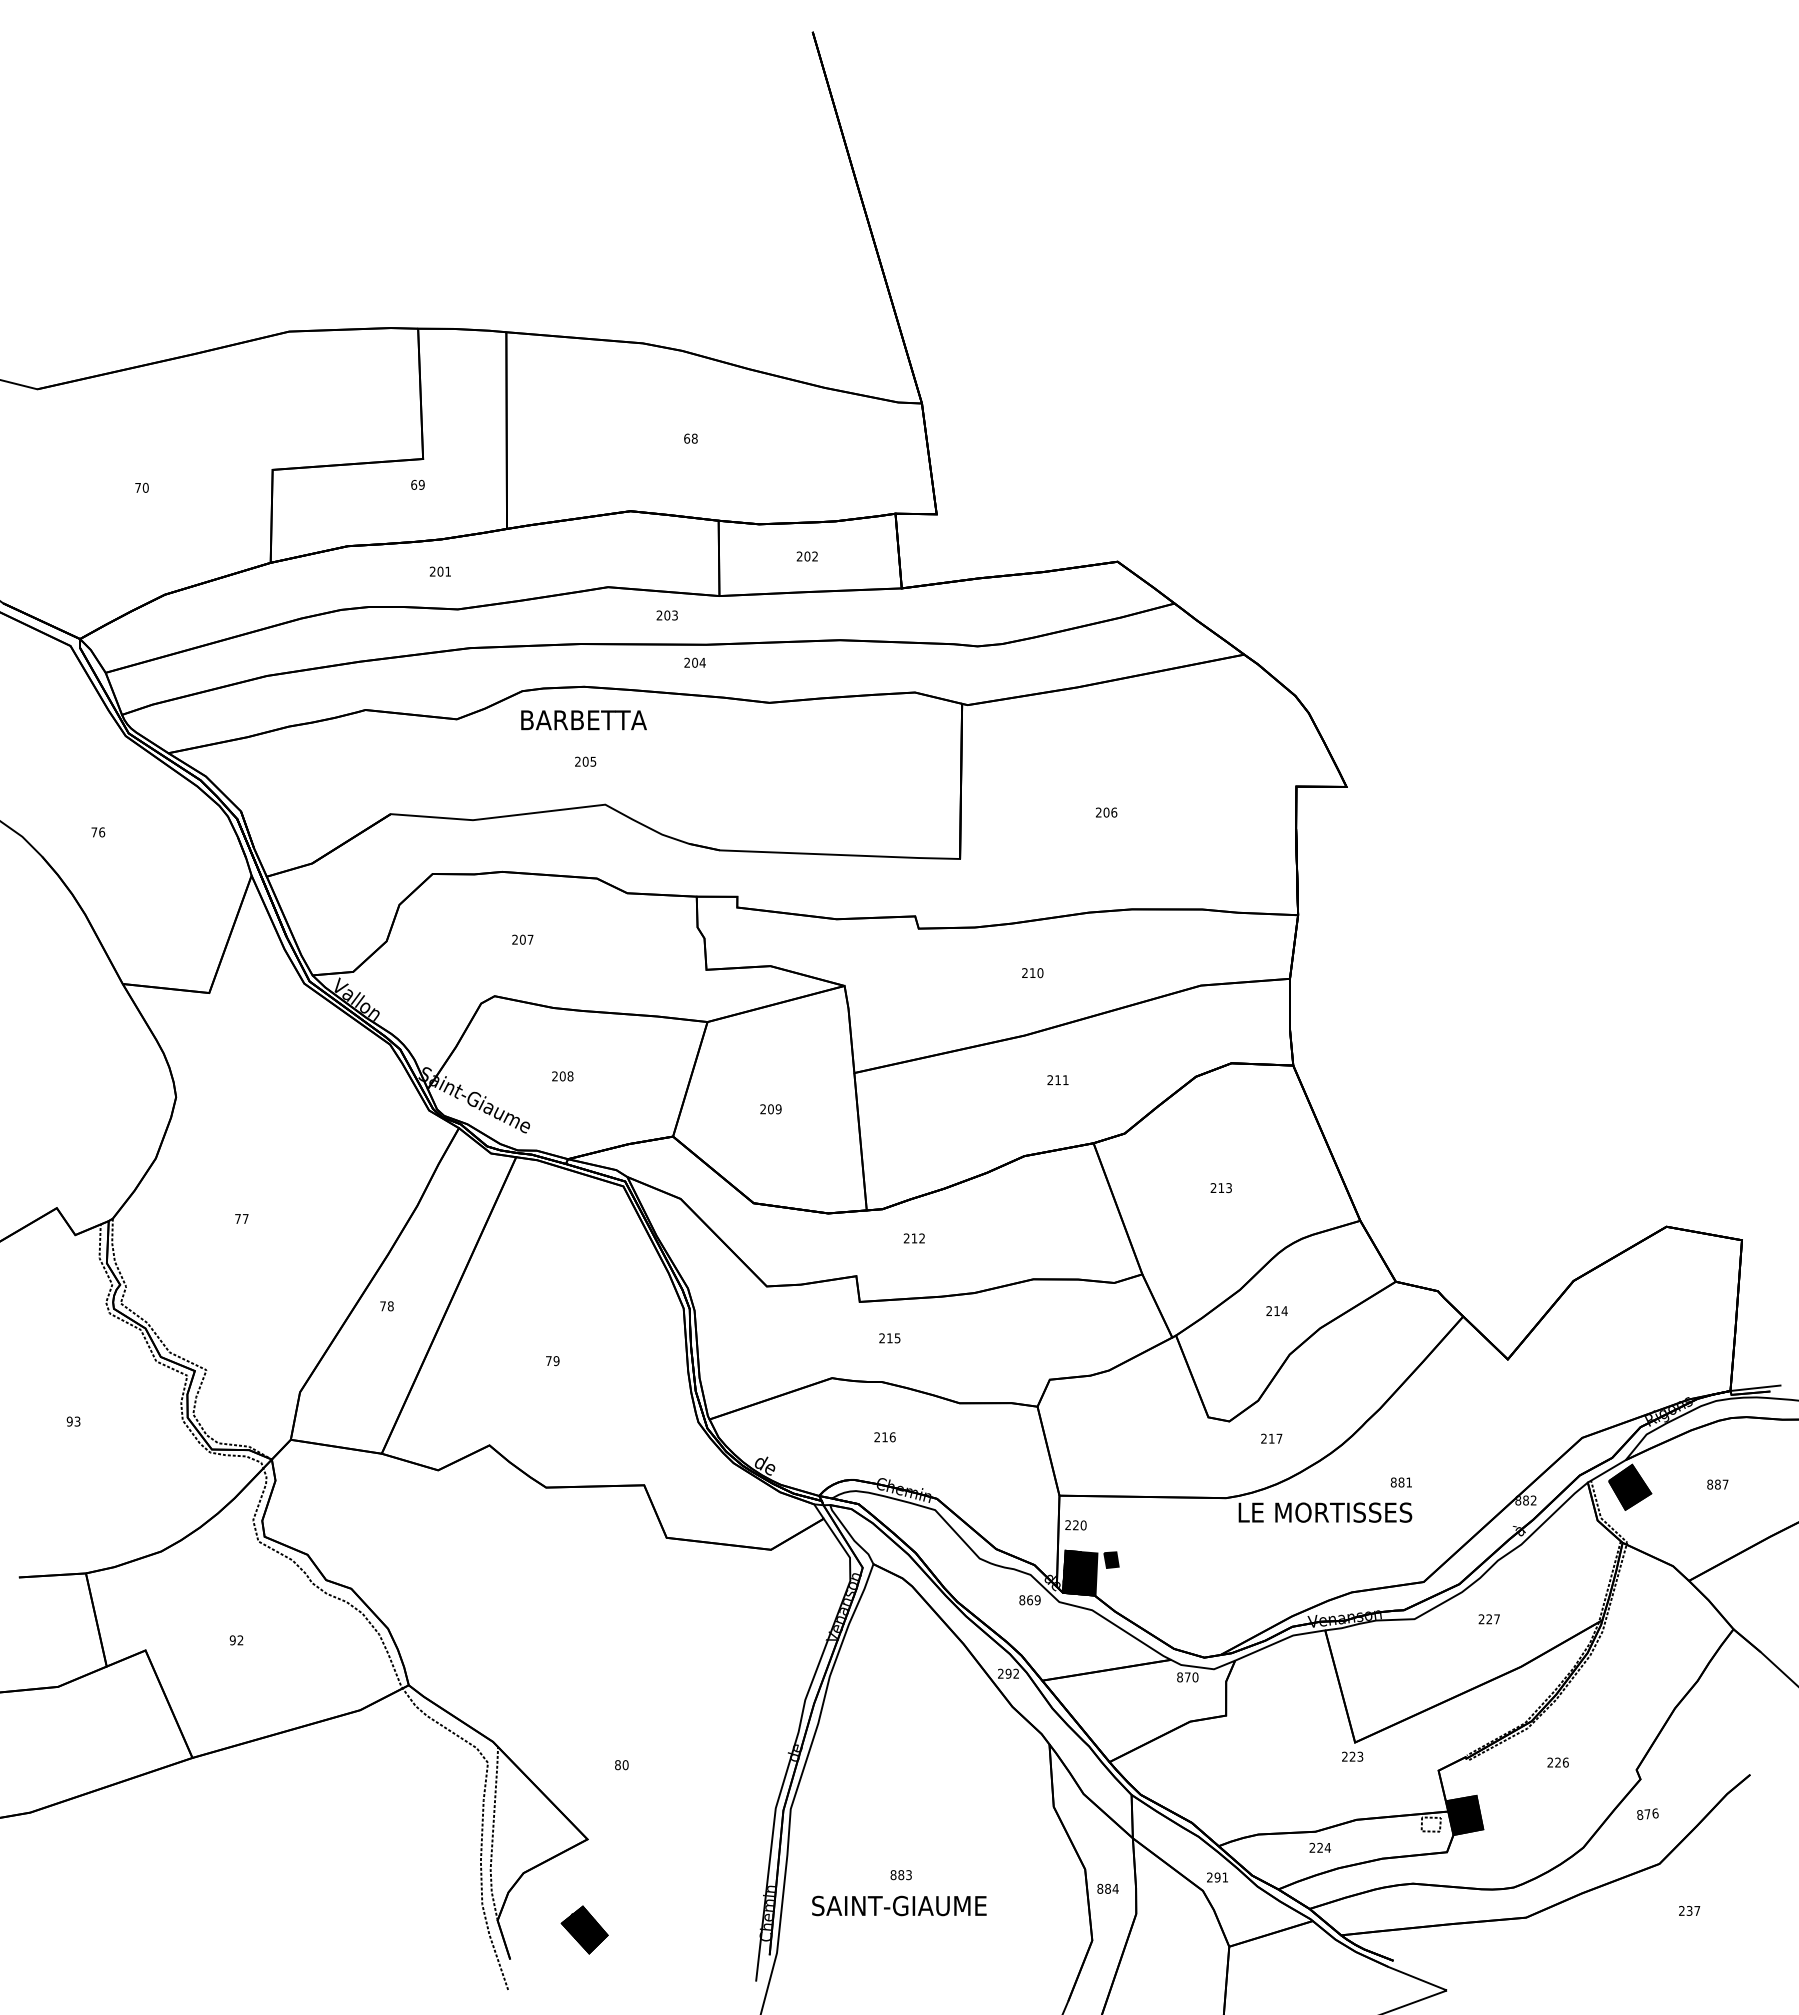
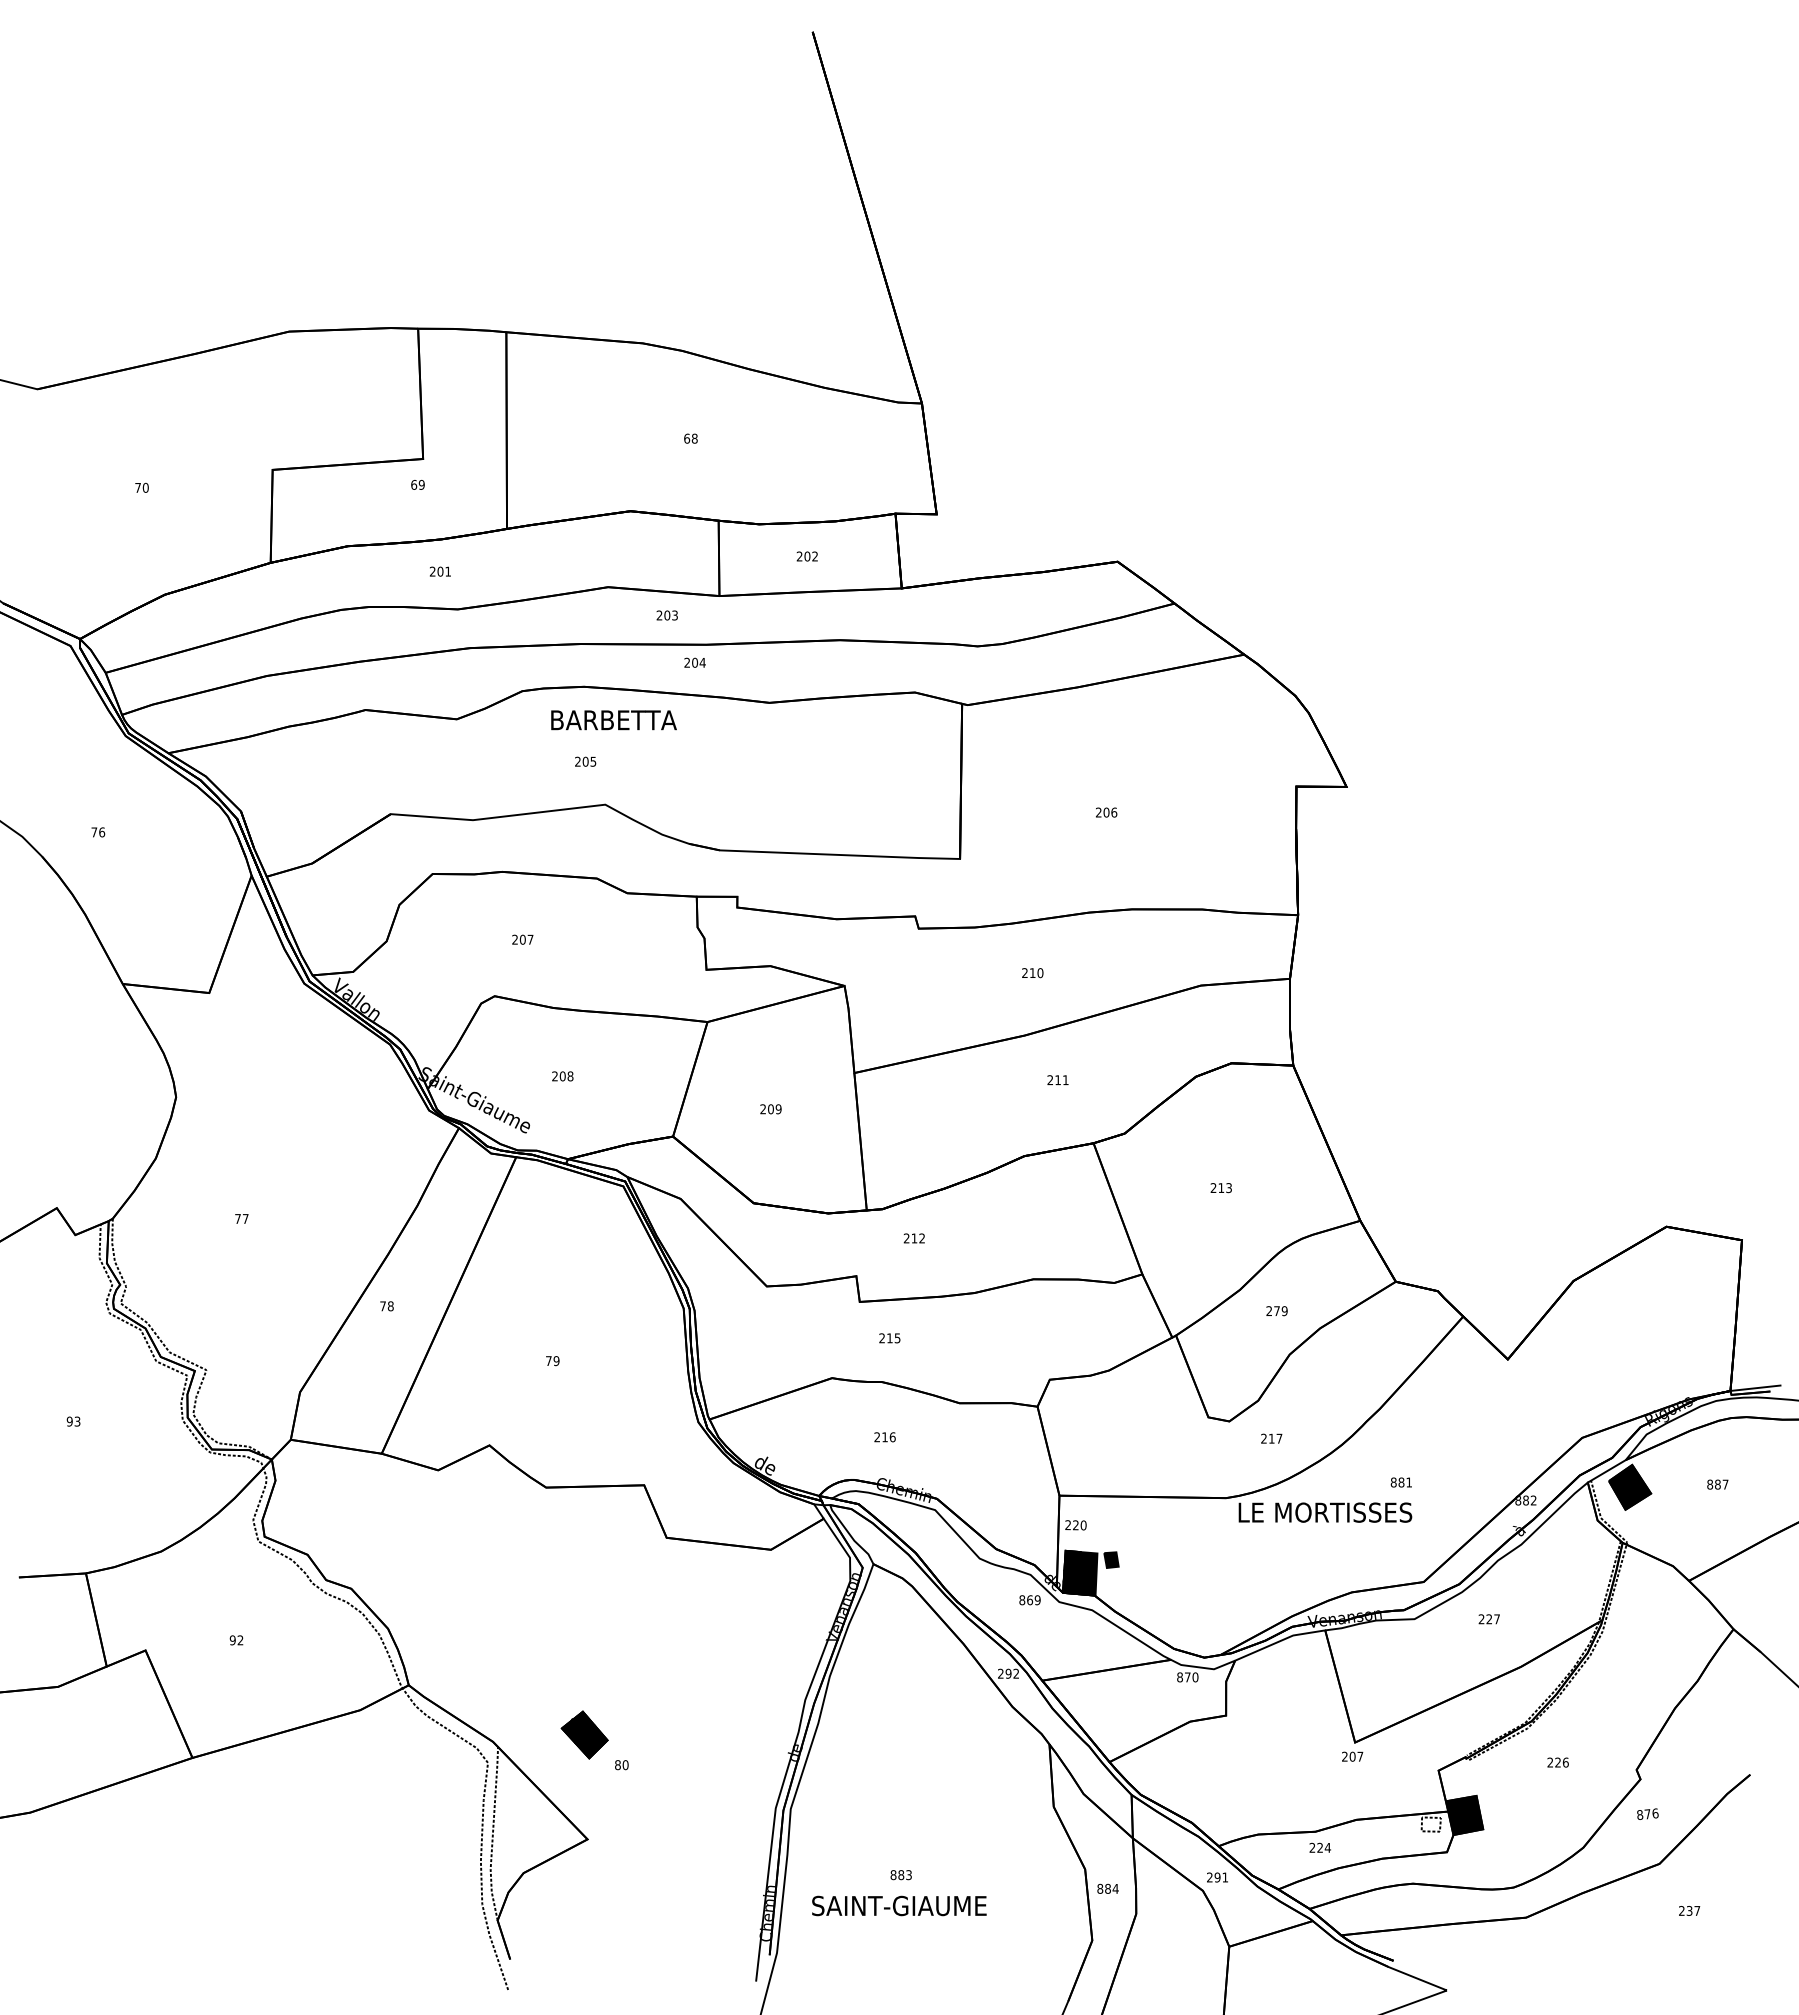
text at (583, 720) position: (583, 720) -> (613, 720)
text at (1280, 1311): 214 -> 279
text at (1356, 1756): 223 -> 207
part at (584, 1929) position: (584, 1929) -> (584, 1734)
